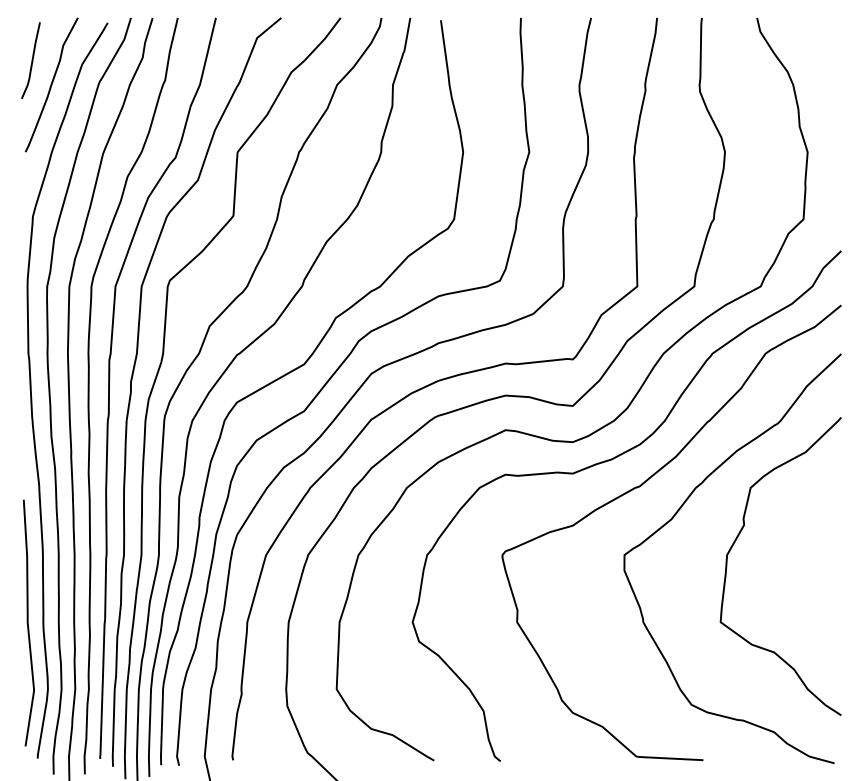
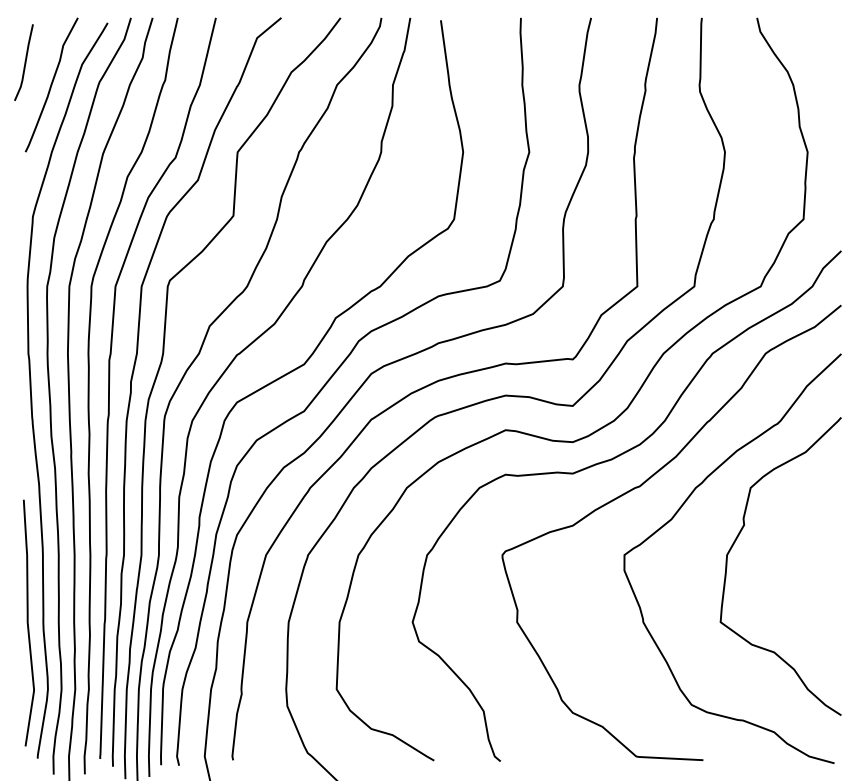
line at (31, 60) position: (31, 60) -> (24, 62)
